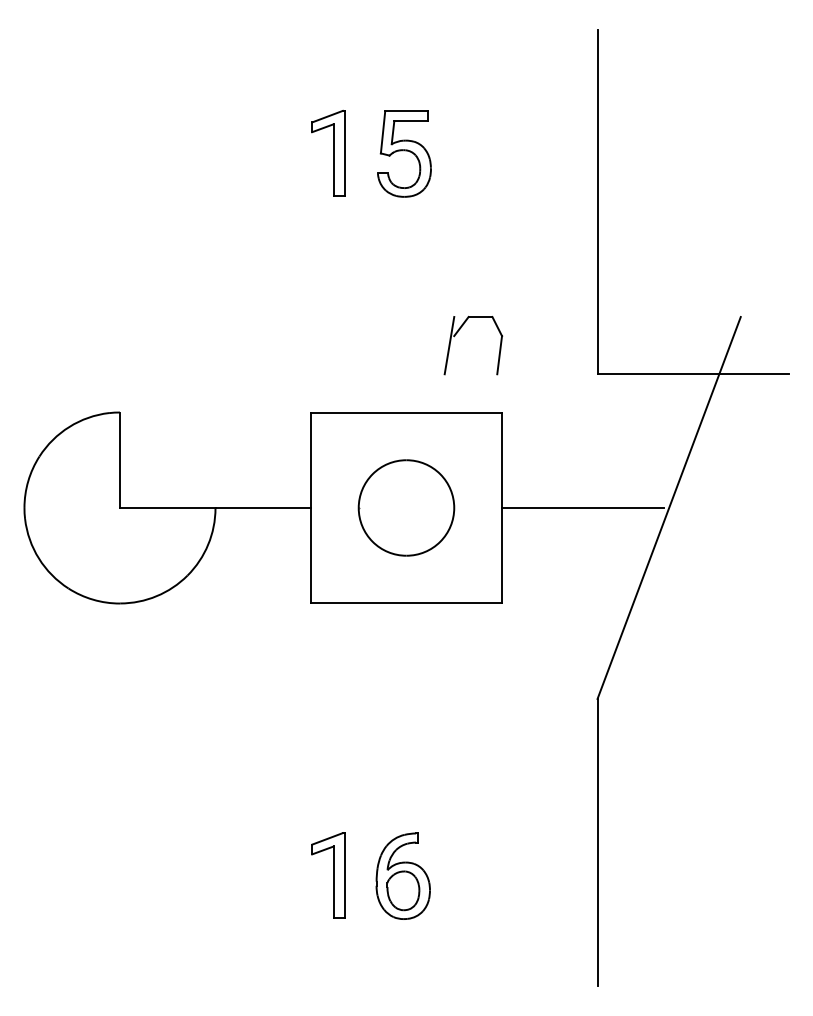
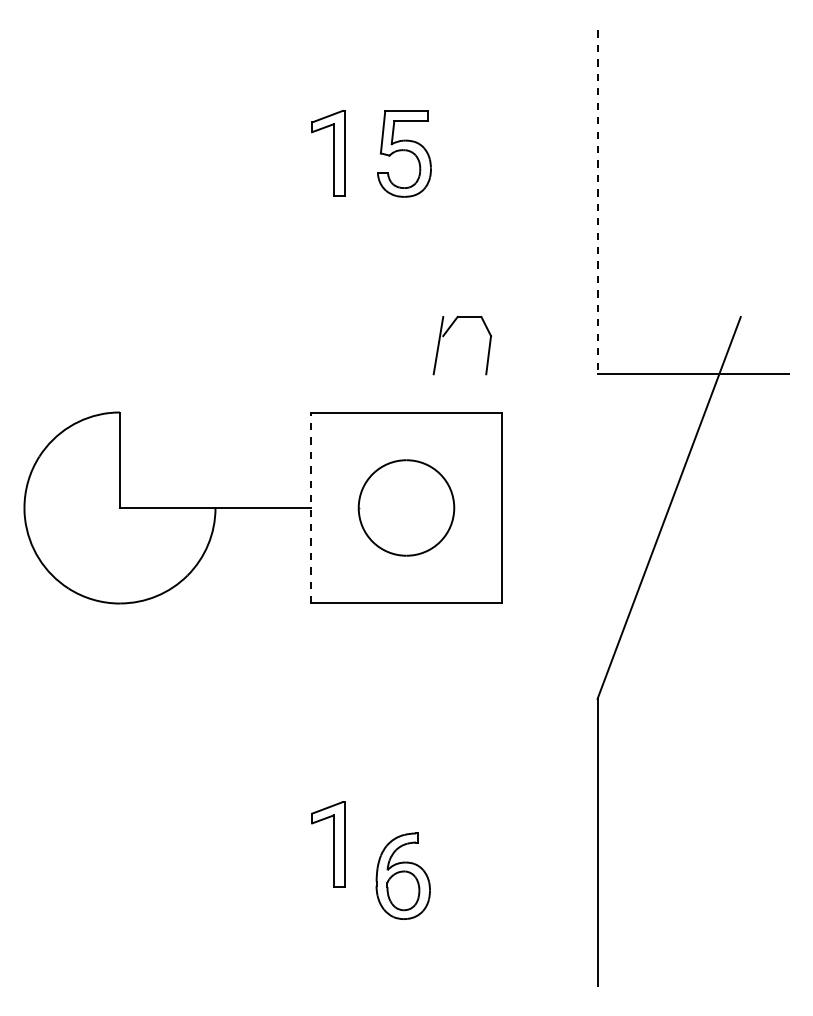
line at (597, 202): solid -> dashed
part at (458, 332) position: (458, 332) -> (447, 332)
line at (311, 507): solid -> dashed
line at (583, 507): present -> none
part at (328, 875) position: (328, 875) -> (328, 844)
